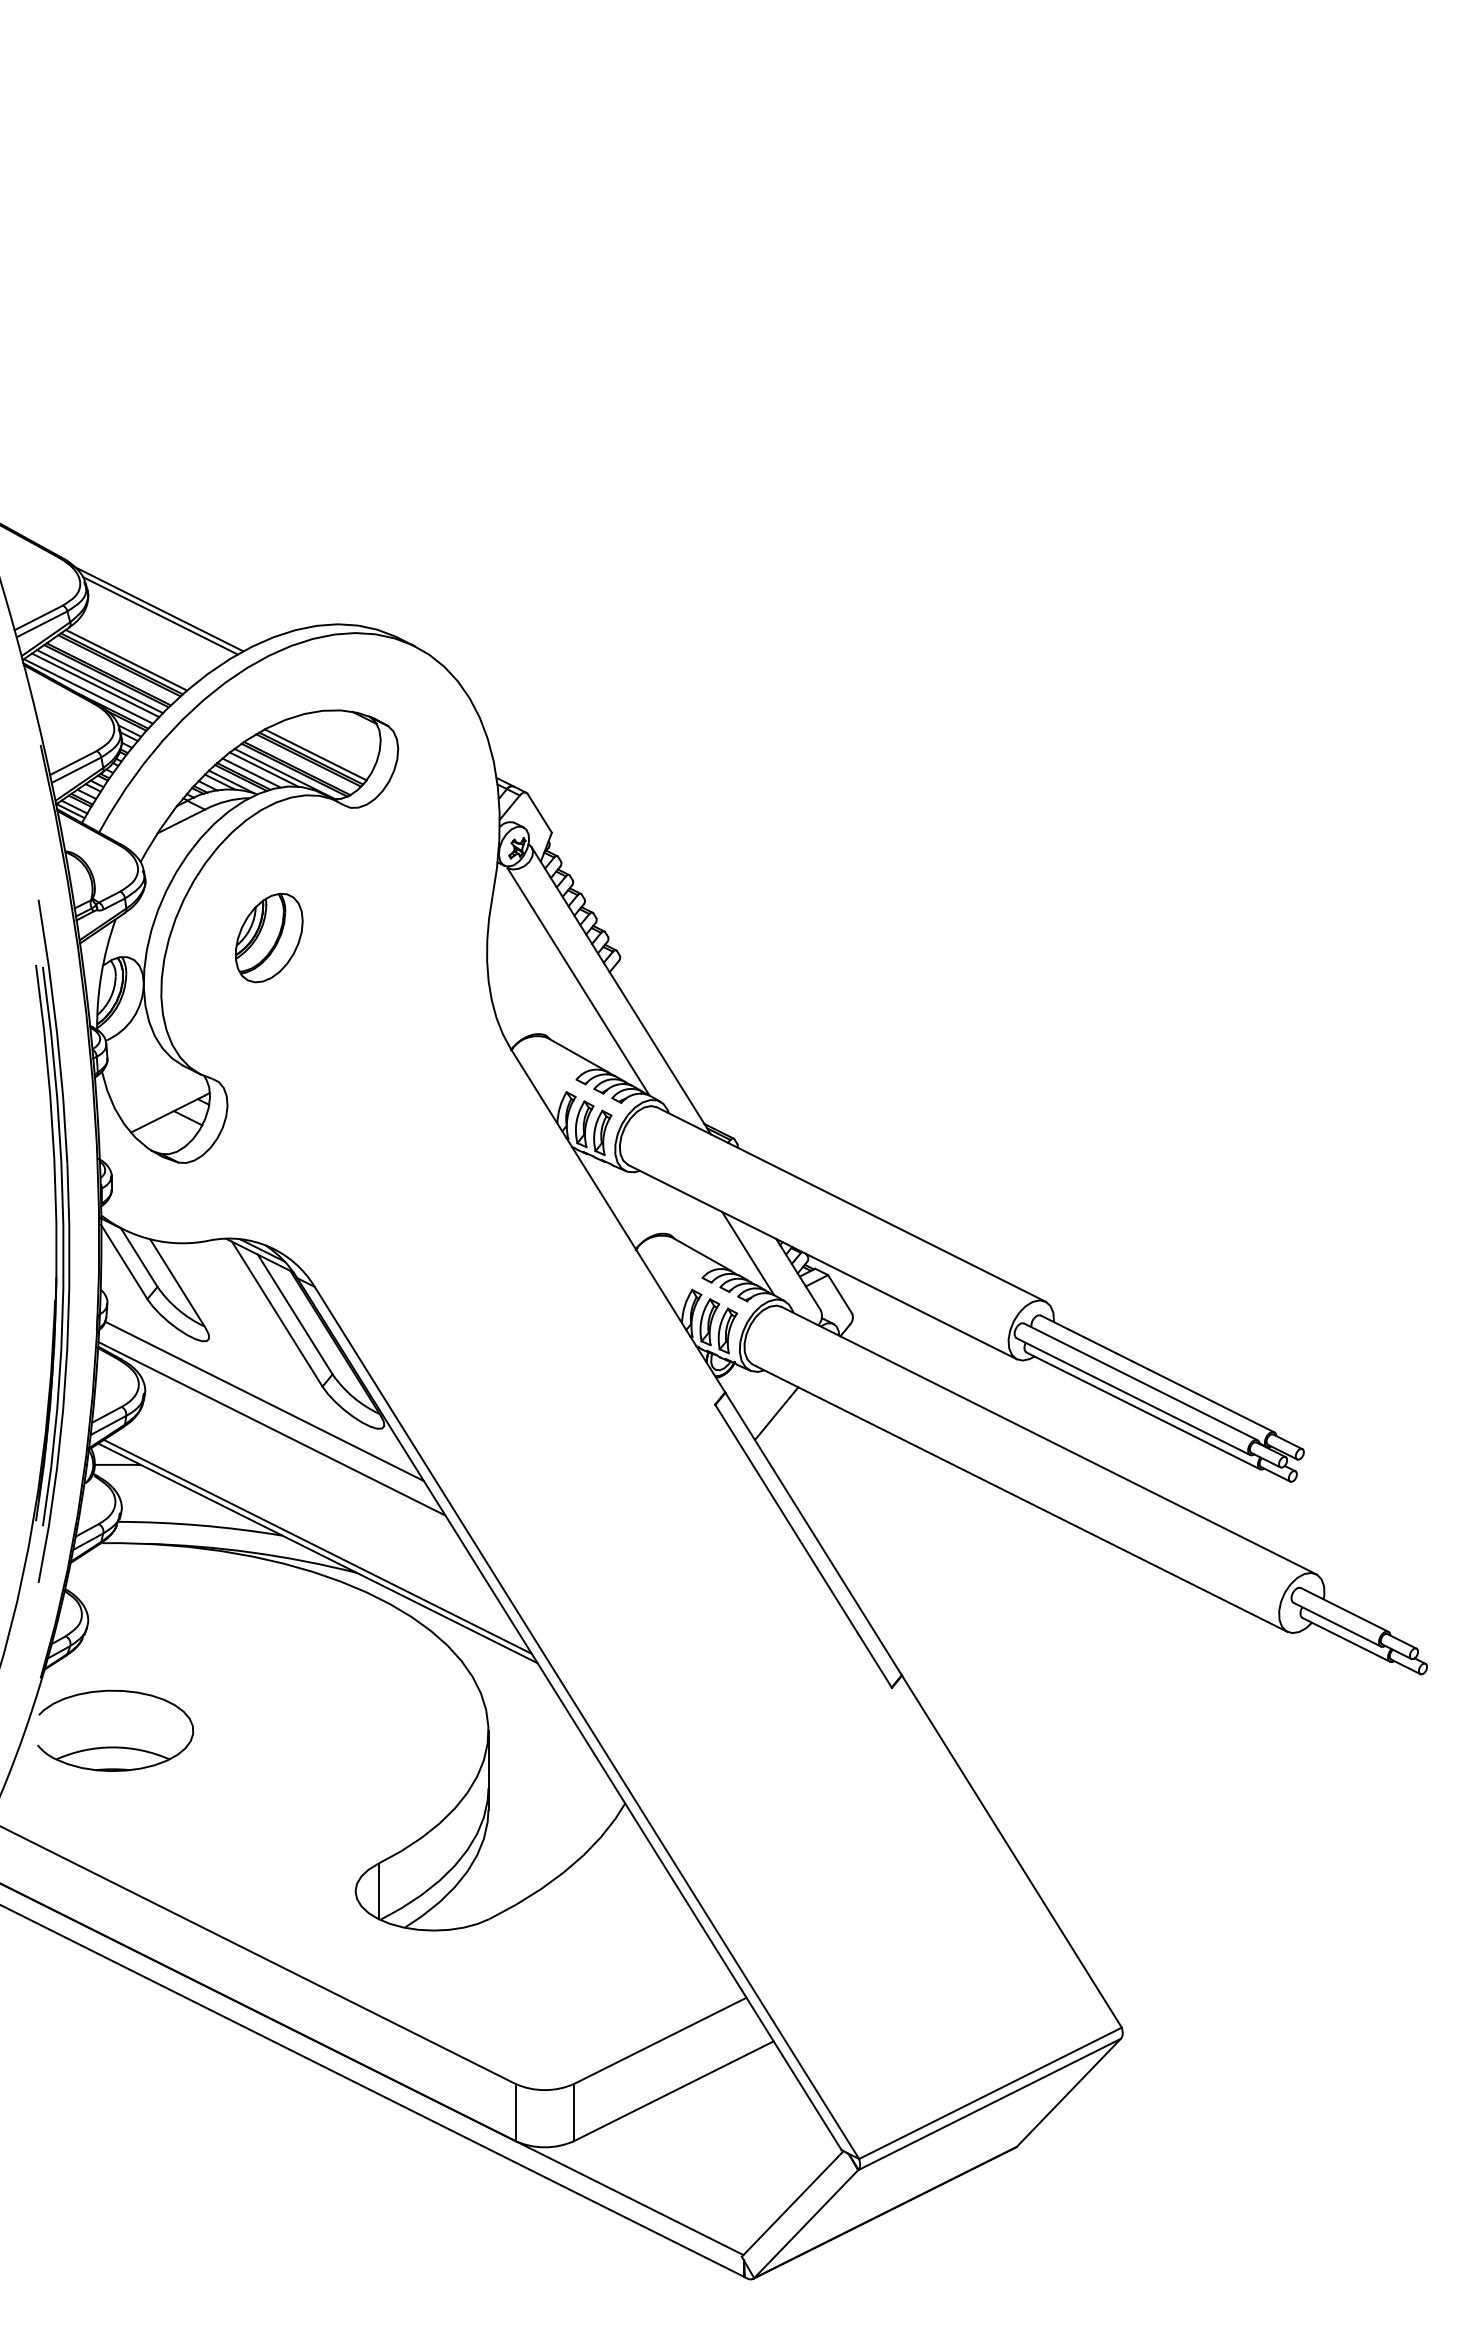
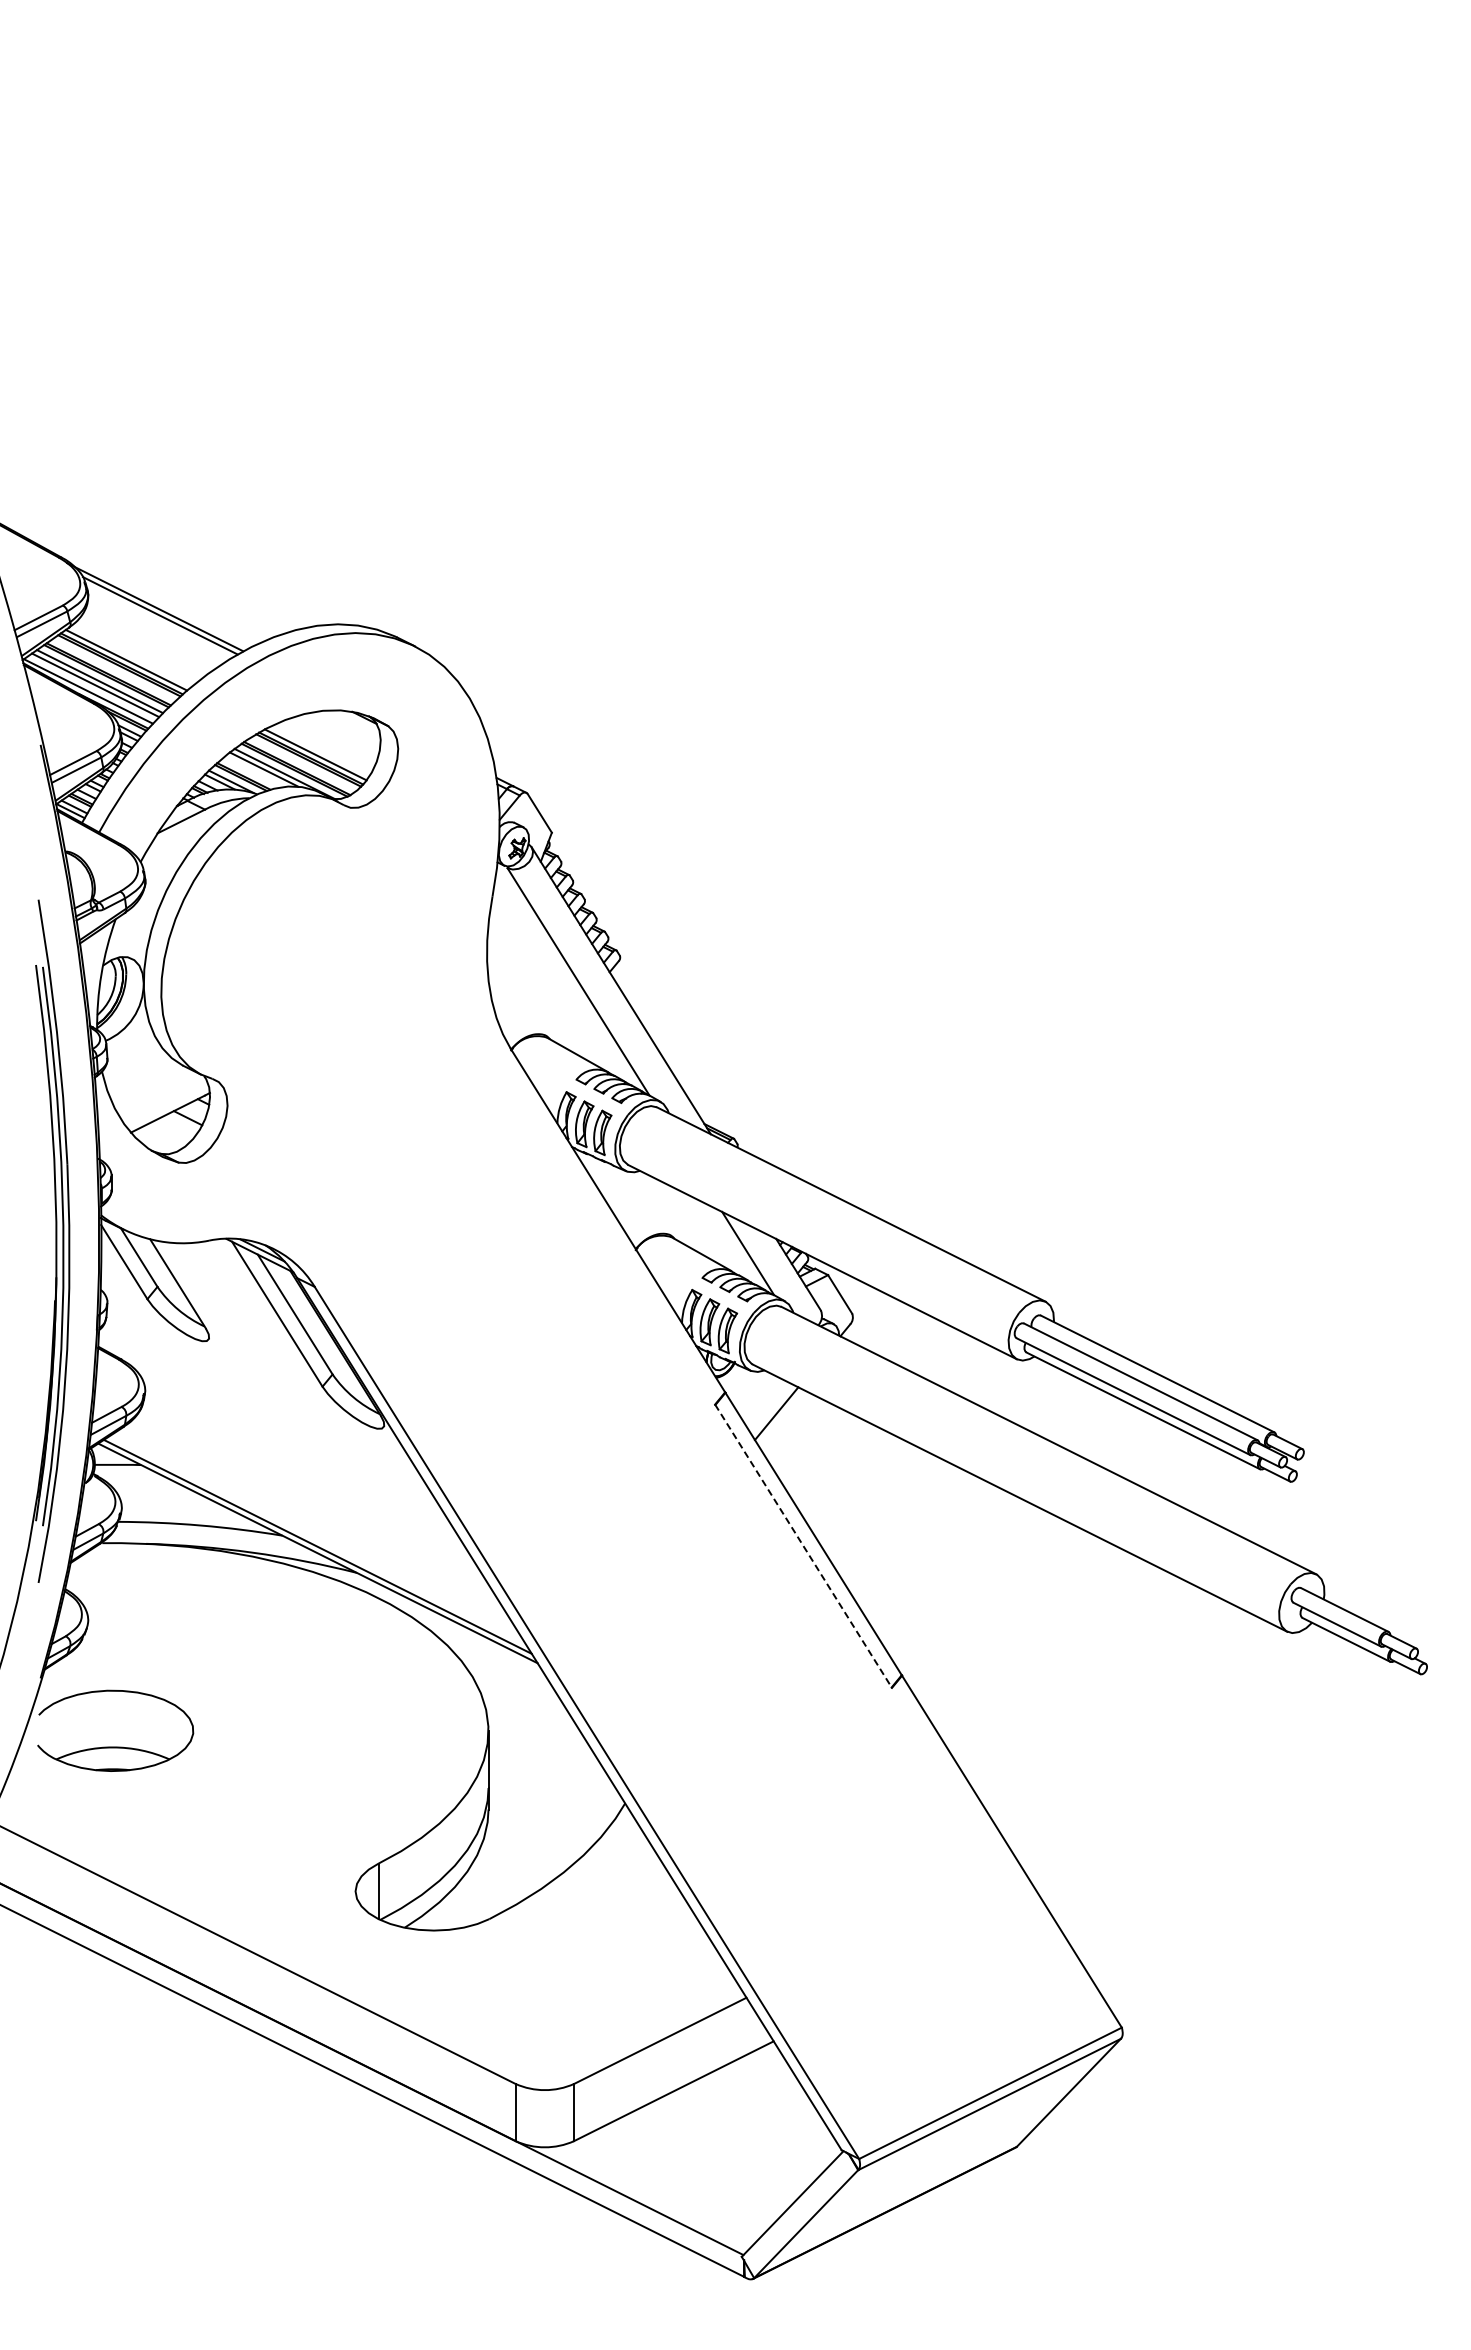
line at (251, 772): present -> none
part at (269, 937): present -> none
line at (264, 1401): present -> none
line at (271, 1428): present -> none
line at (803, 1546): solid -> dashed
